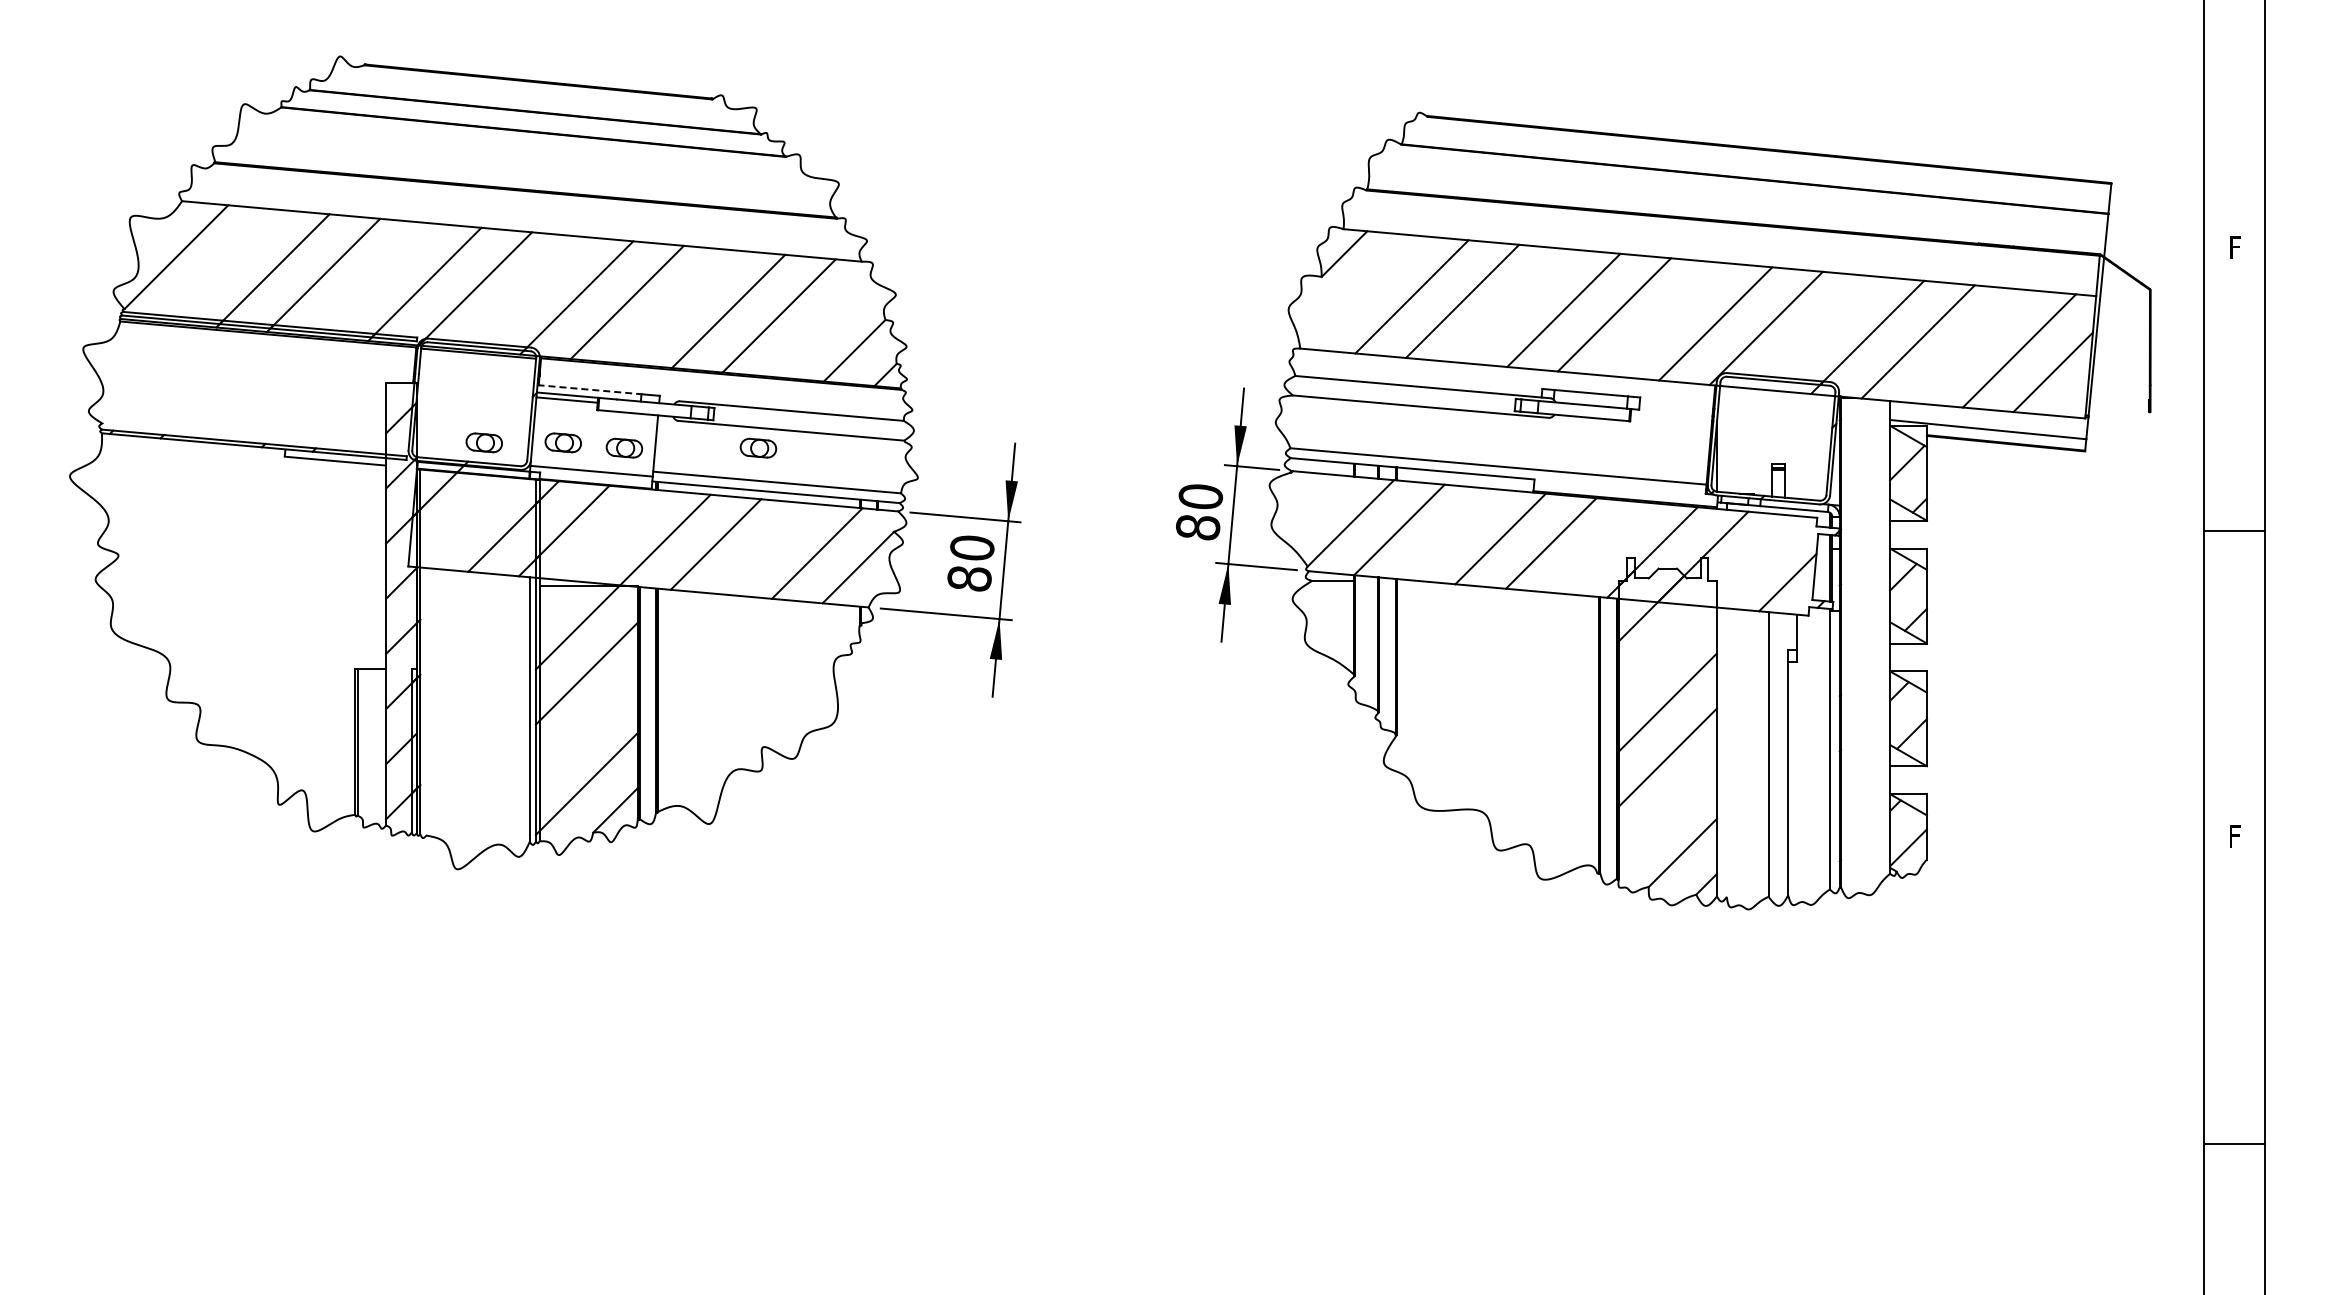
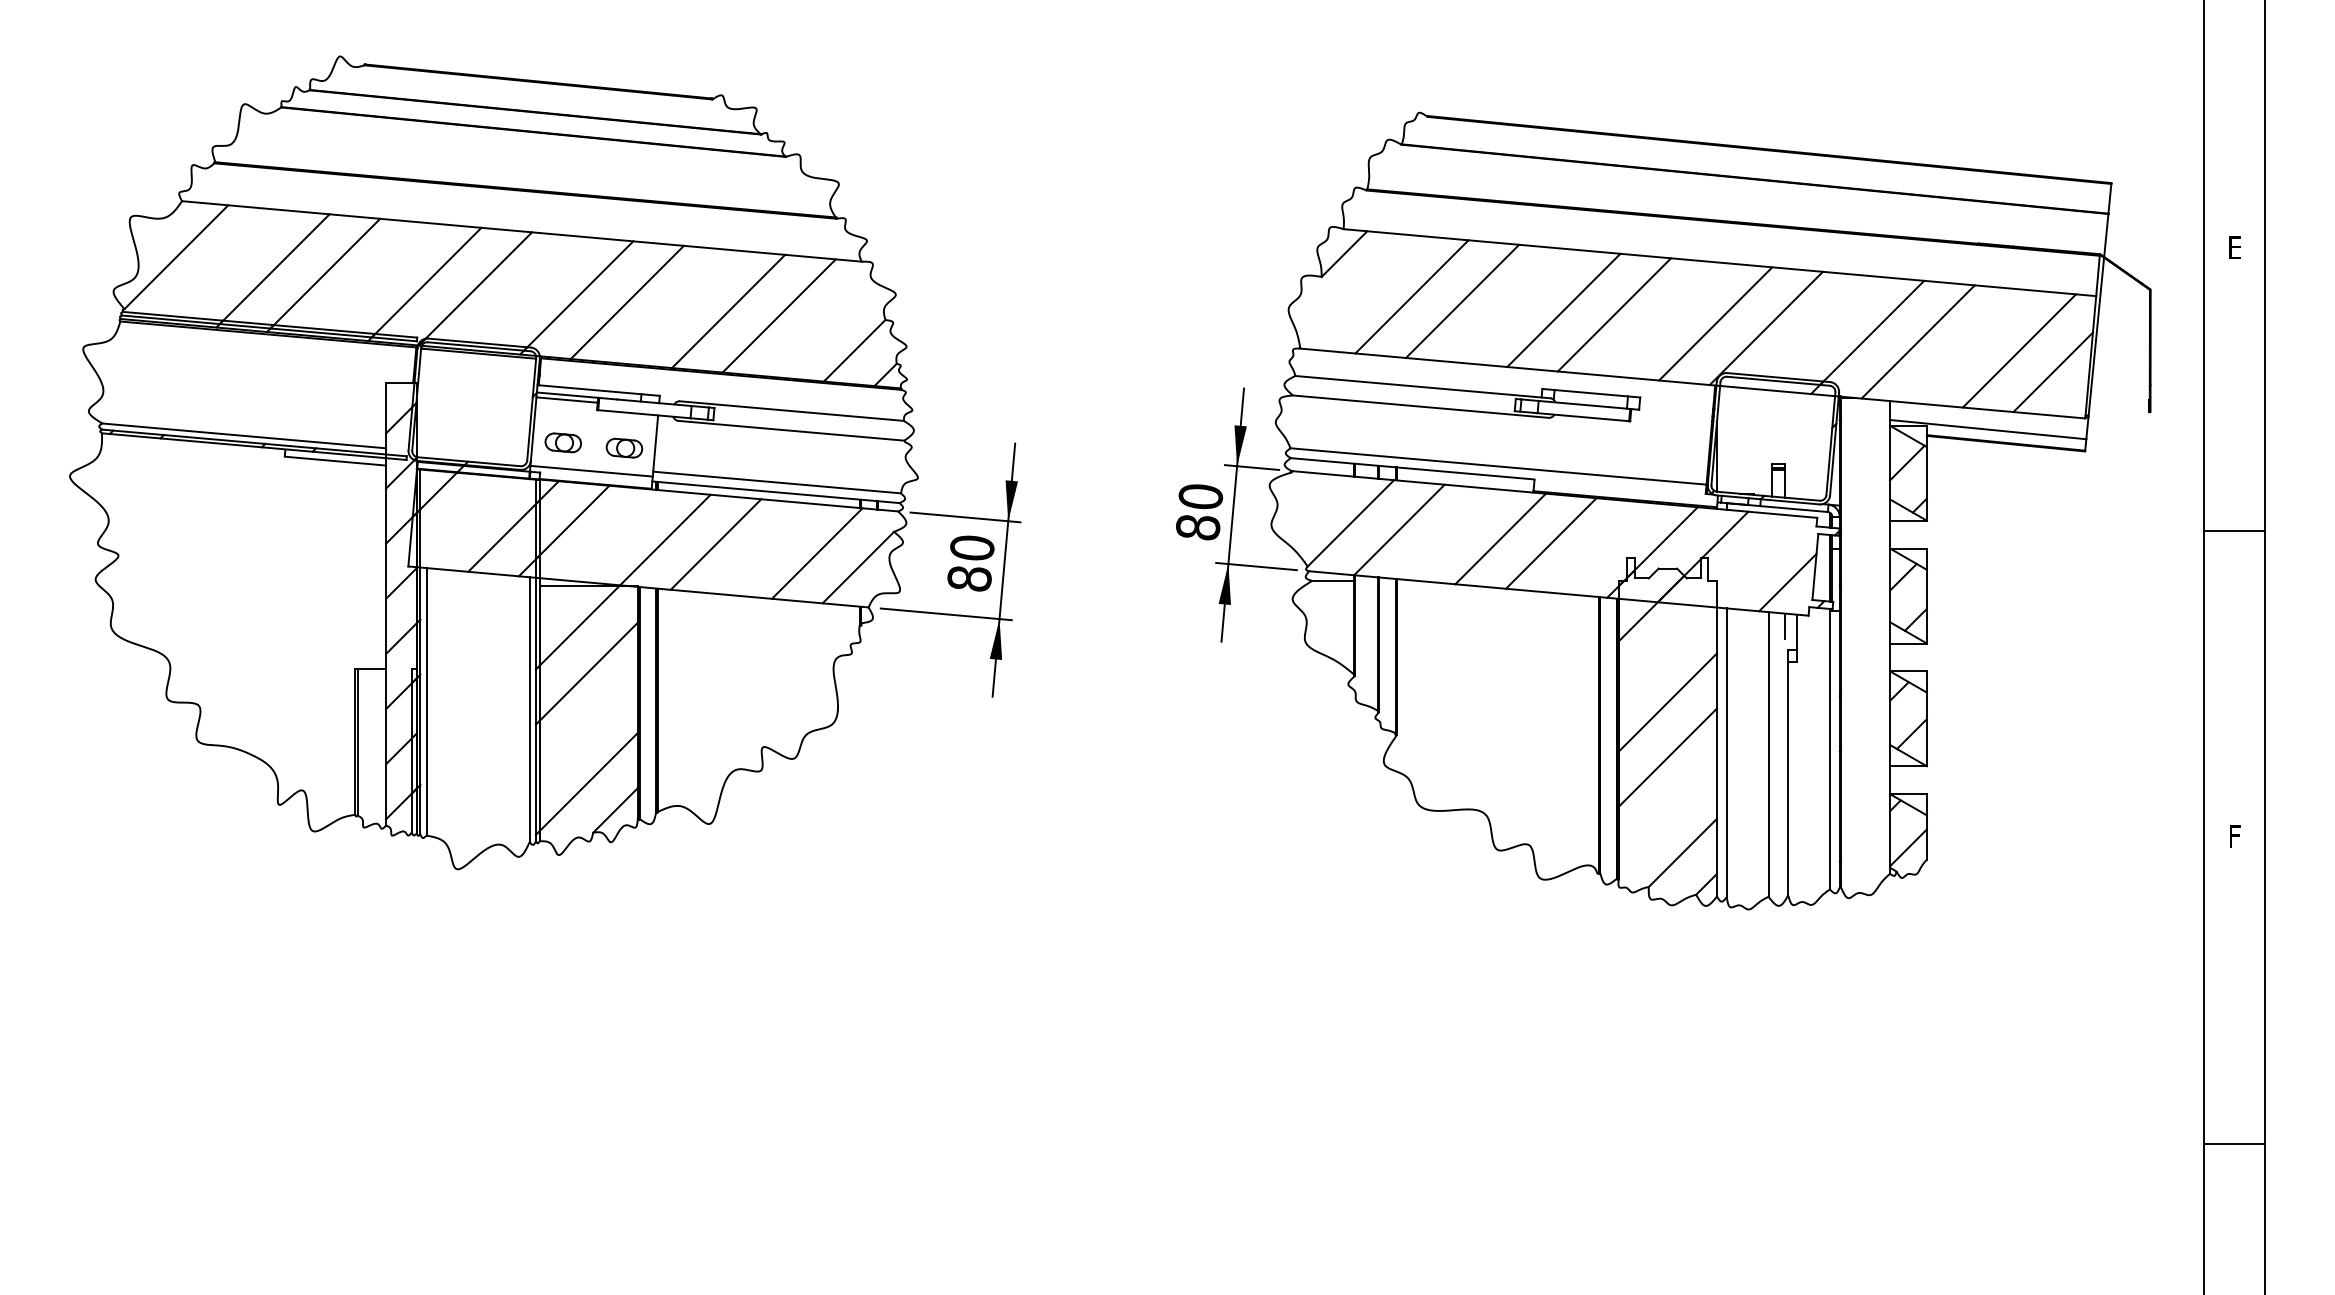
text at (2234, 247): F -> E
line at (590, 389): dashed -> solid
line at (244, 435): none -> present
part at (483, 442): present -> none
part at (758, 447): present -> none
line at (1784, 626): none -> present
line at (426, 701): none -> present
line at (1726, 752): none -> present
